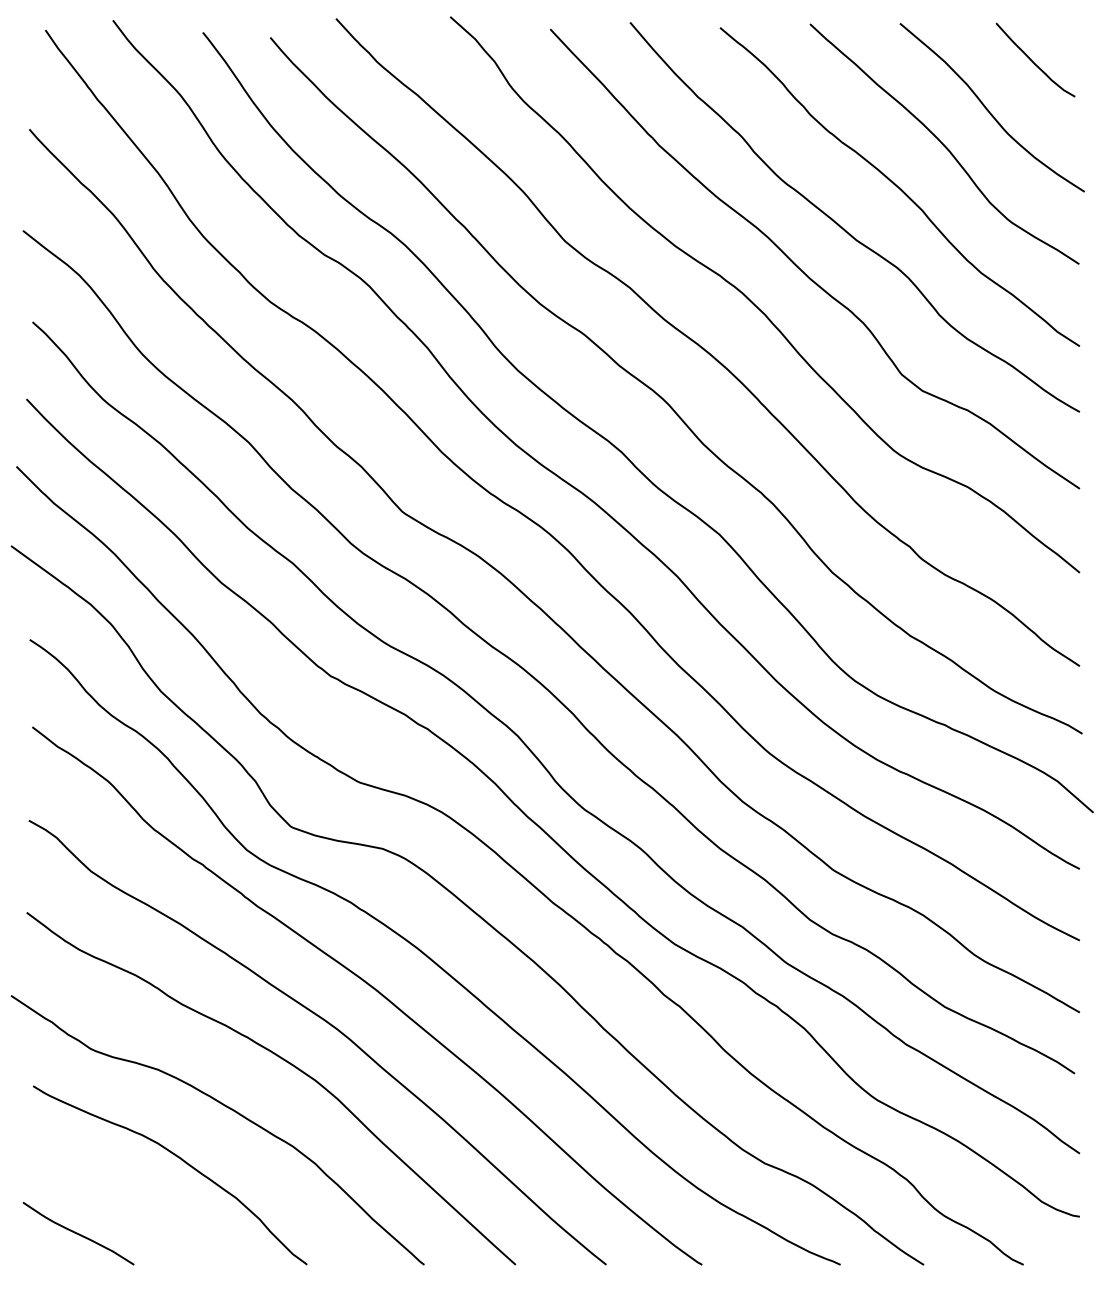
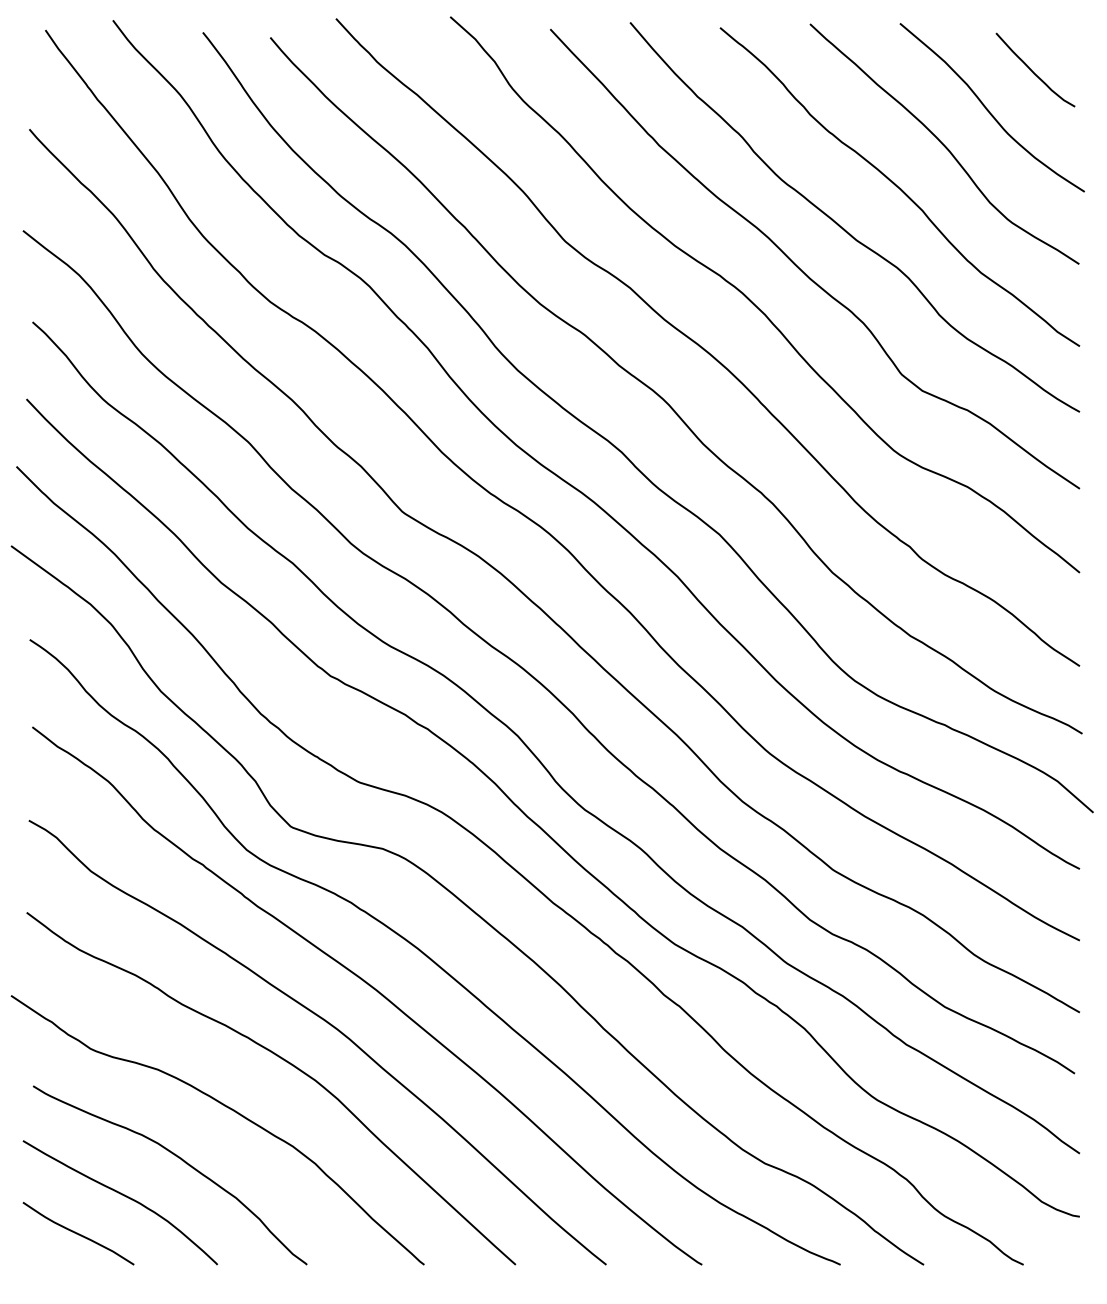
curve at (1033, 61) position: (1033, 61) -> (1033, 71)
curve at (122, 1195): none -> present
